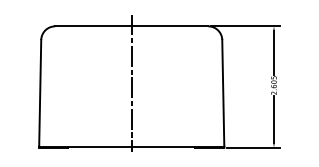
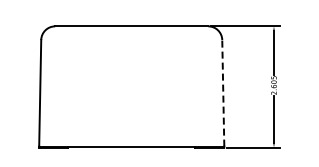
line at (131, 83): present -> none
line at (223, 92): solid -> dashed
